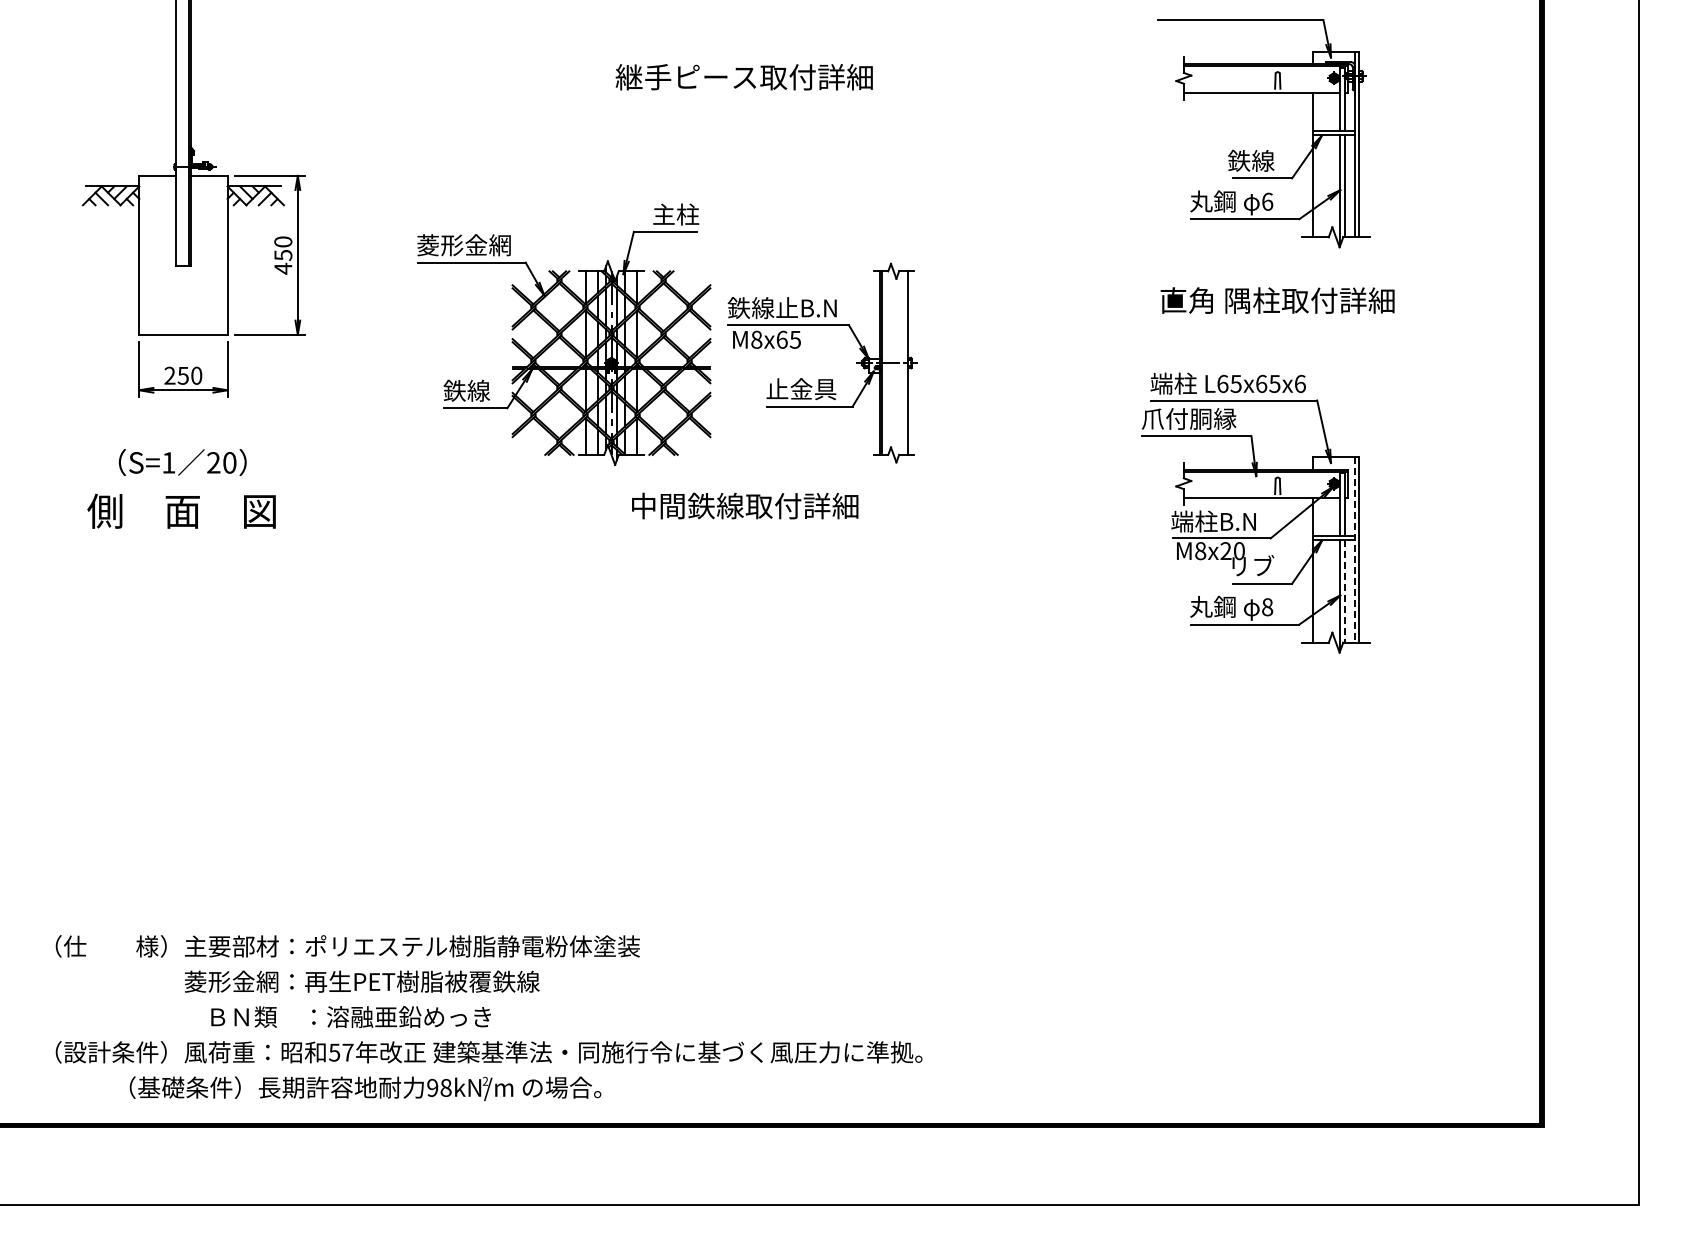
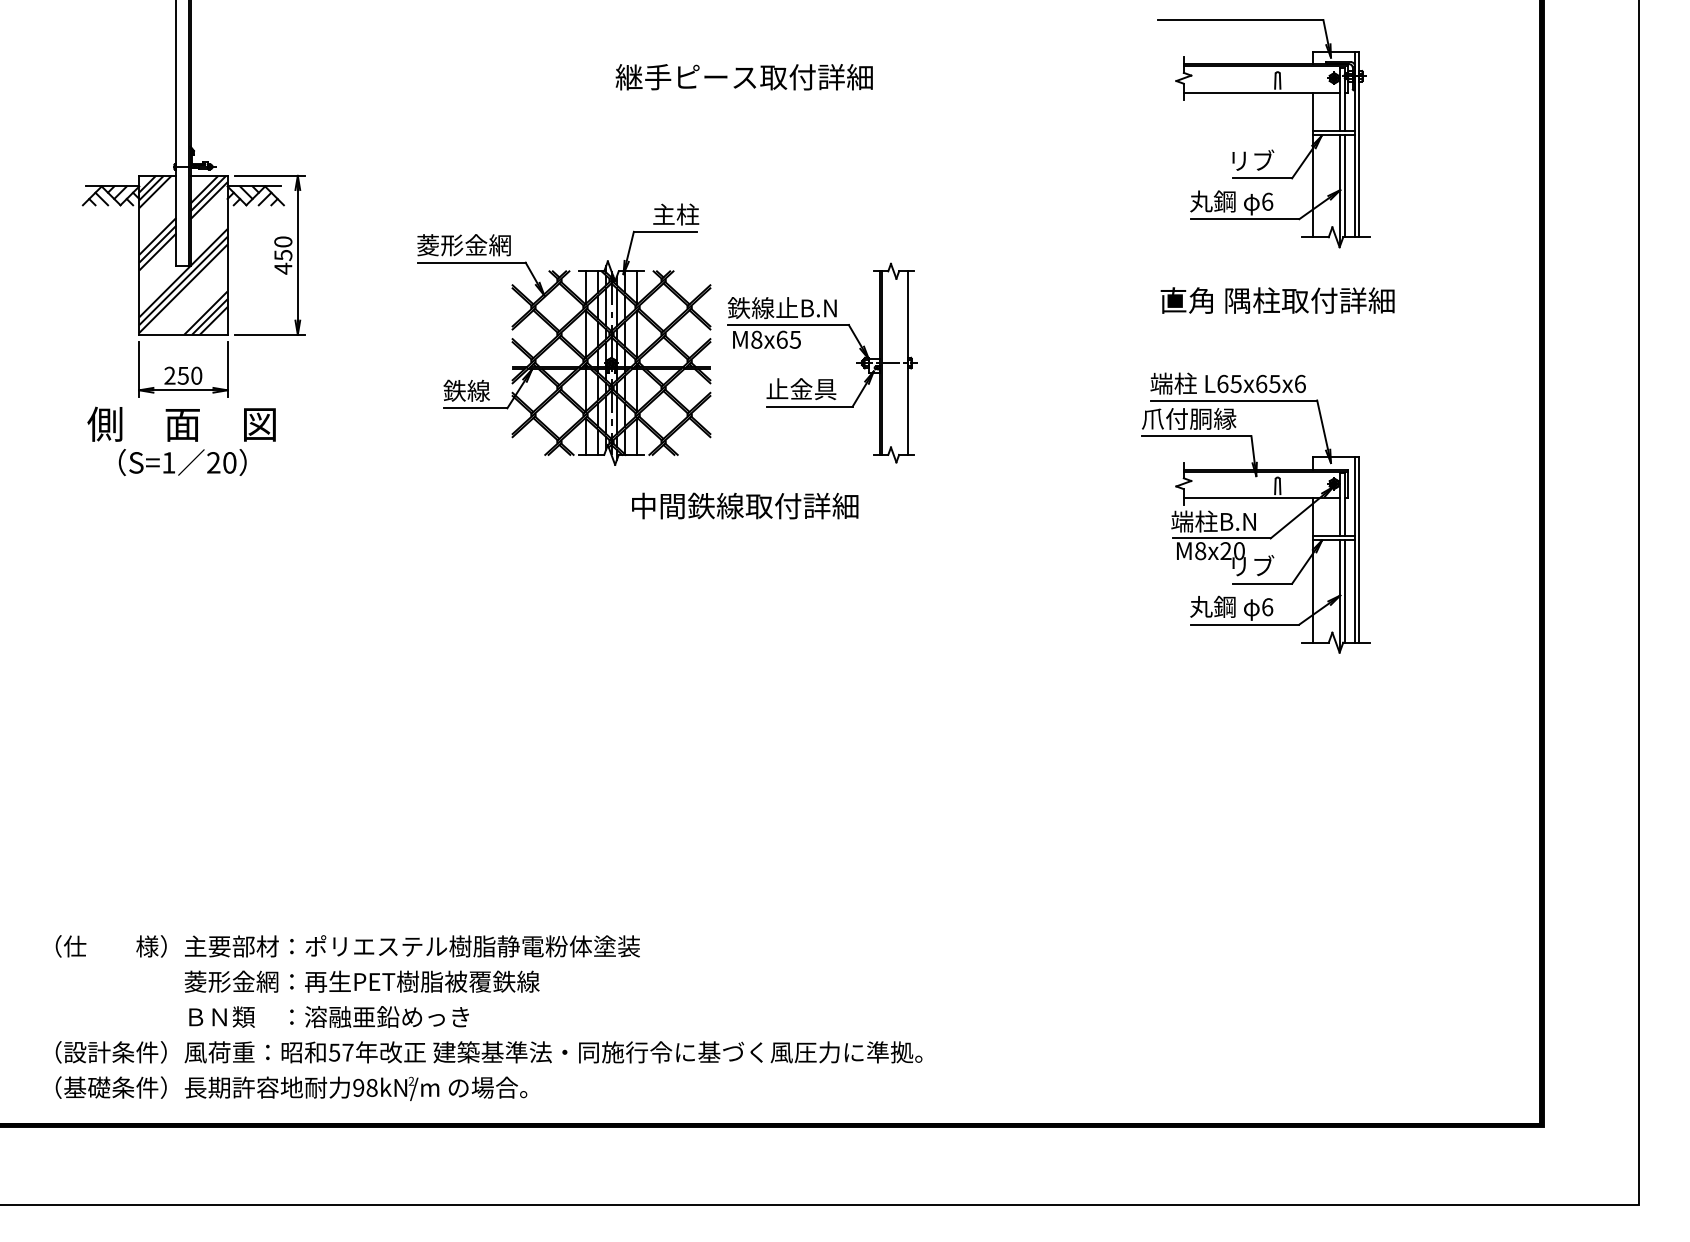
text at (1251, 160): 鉄線 -> リブ
hatch at (183, 254): none -> present
text at (181, 510) position: (181, 510) -> (181, 423)
line at (1354, 549): dashed -> solid
line at (1344, 592): dashed -> solid
text at (1267, 607): 8 -> 6
text at (350, 1017) position: (350, 1017) -> (328, 1017)
text at (365, 1088) position: (365, 1088) -> (291, 1088)
